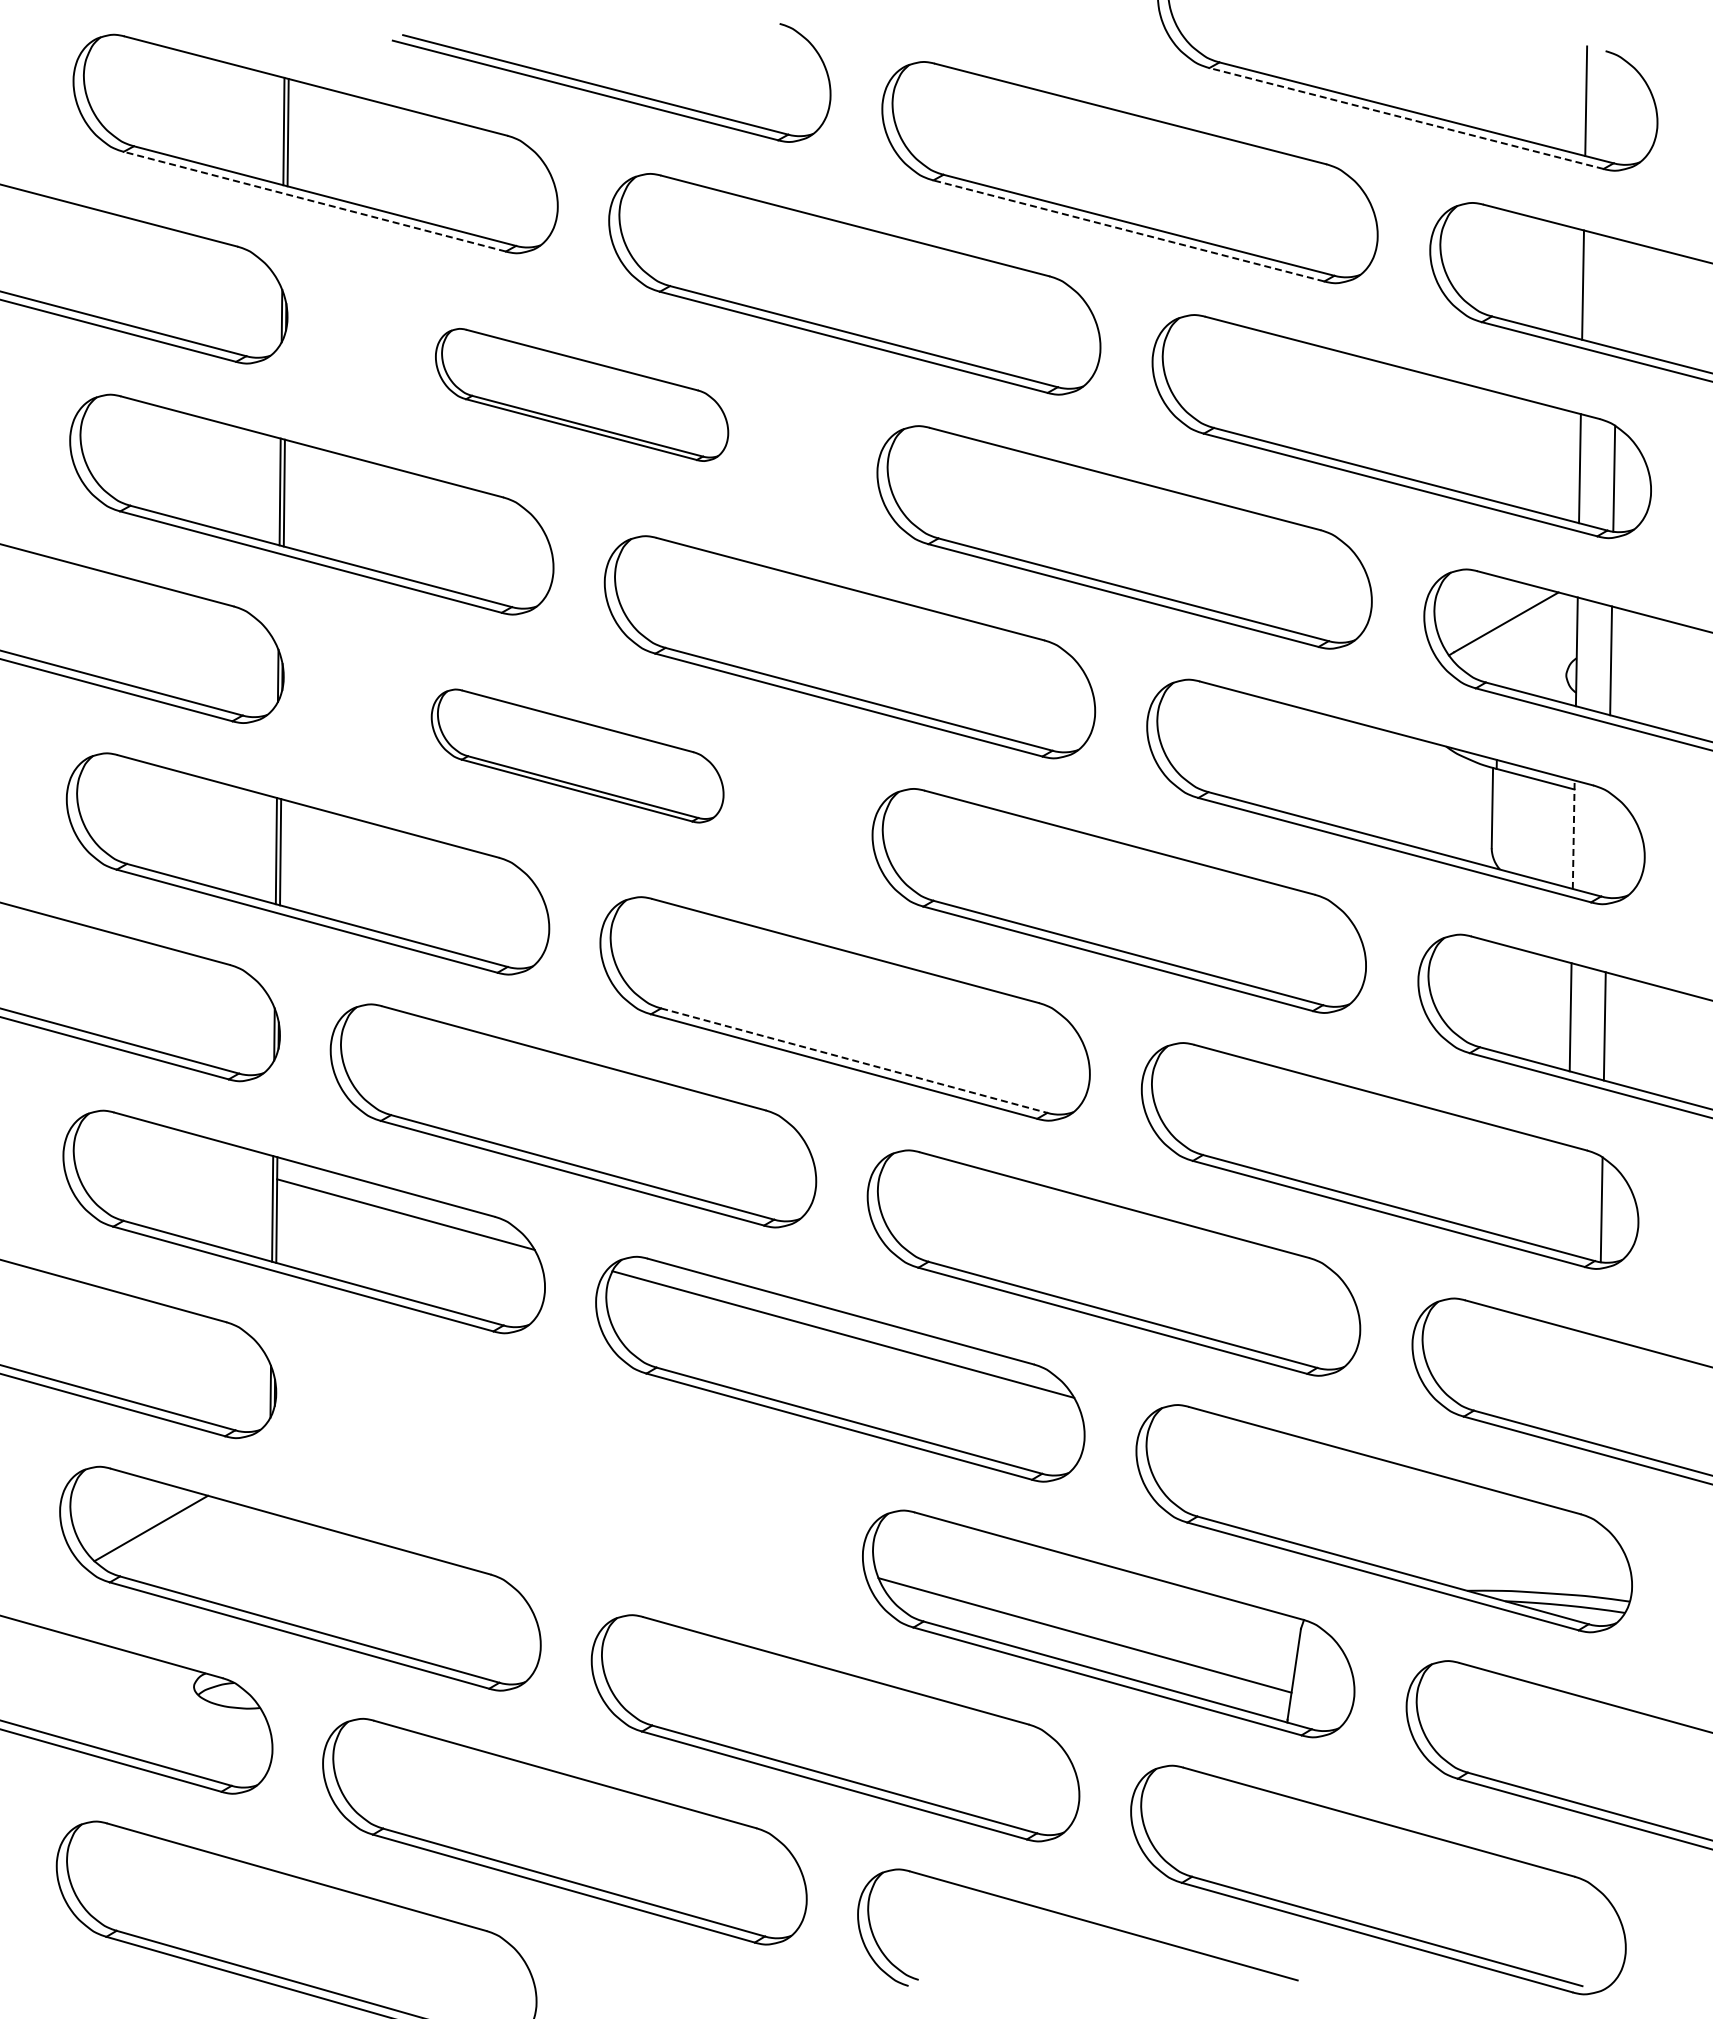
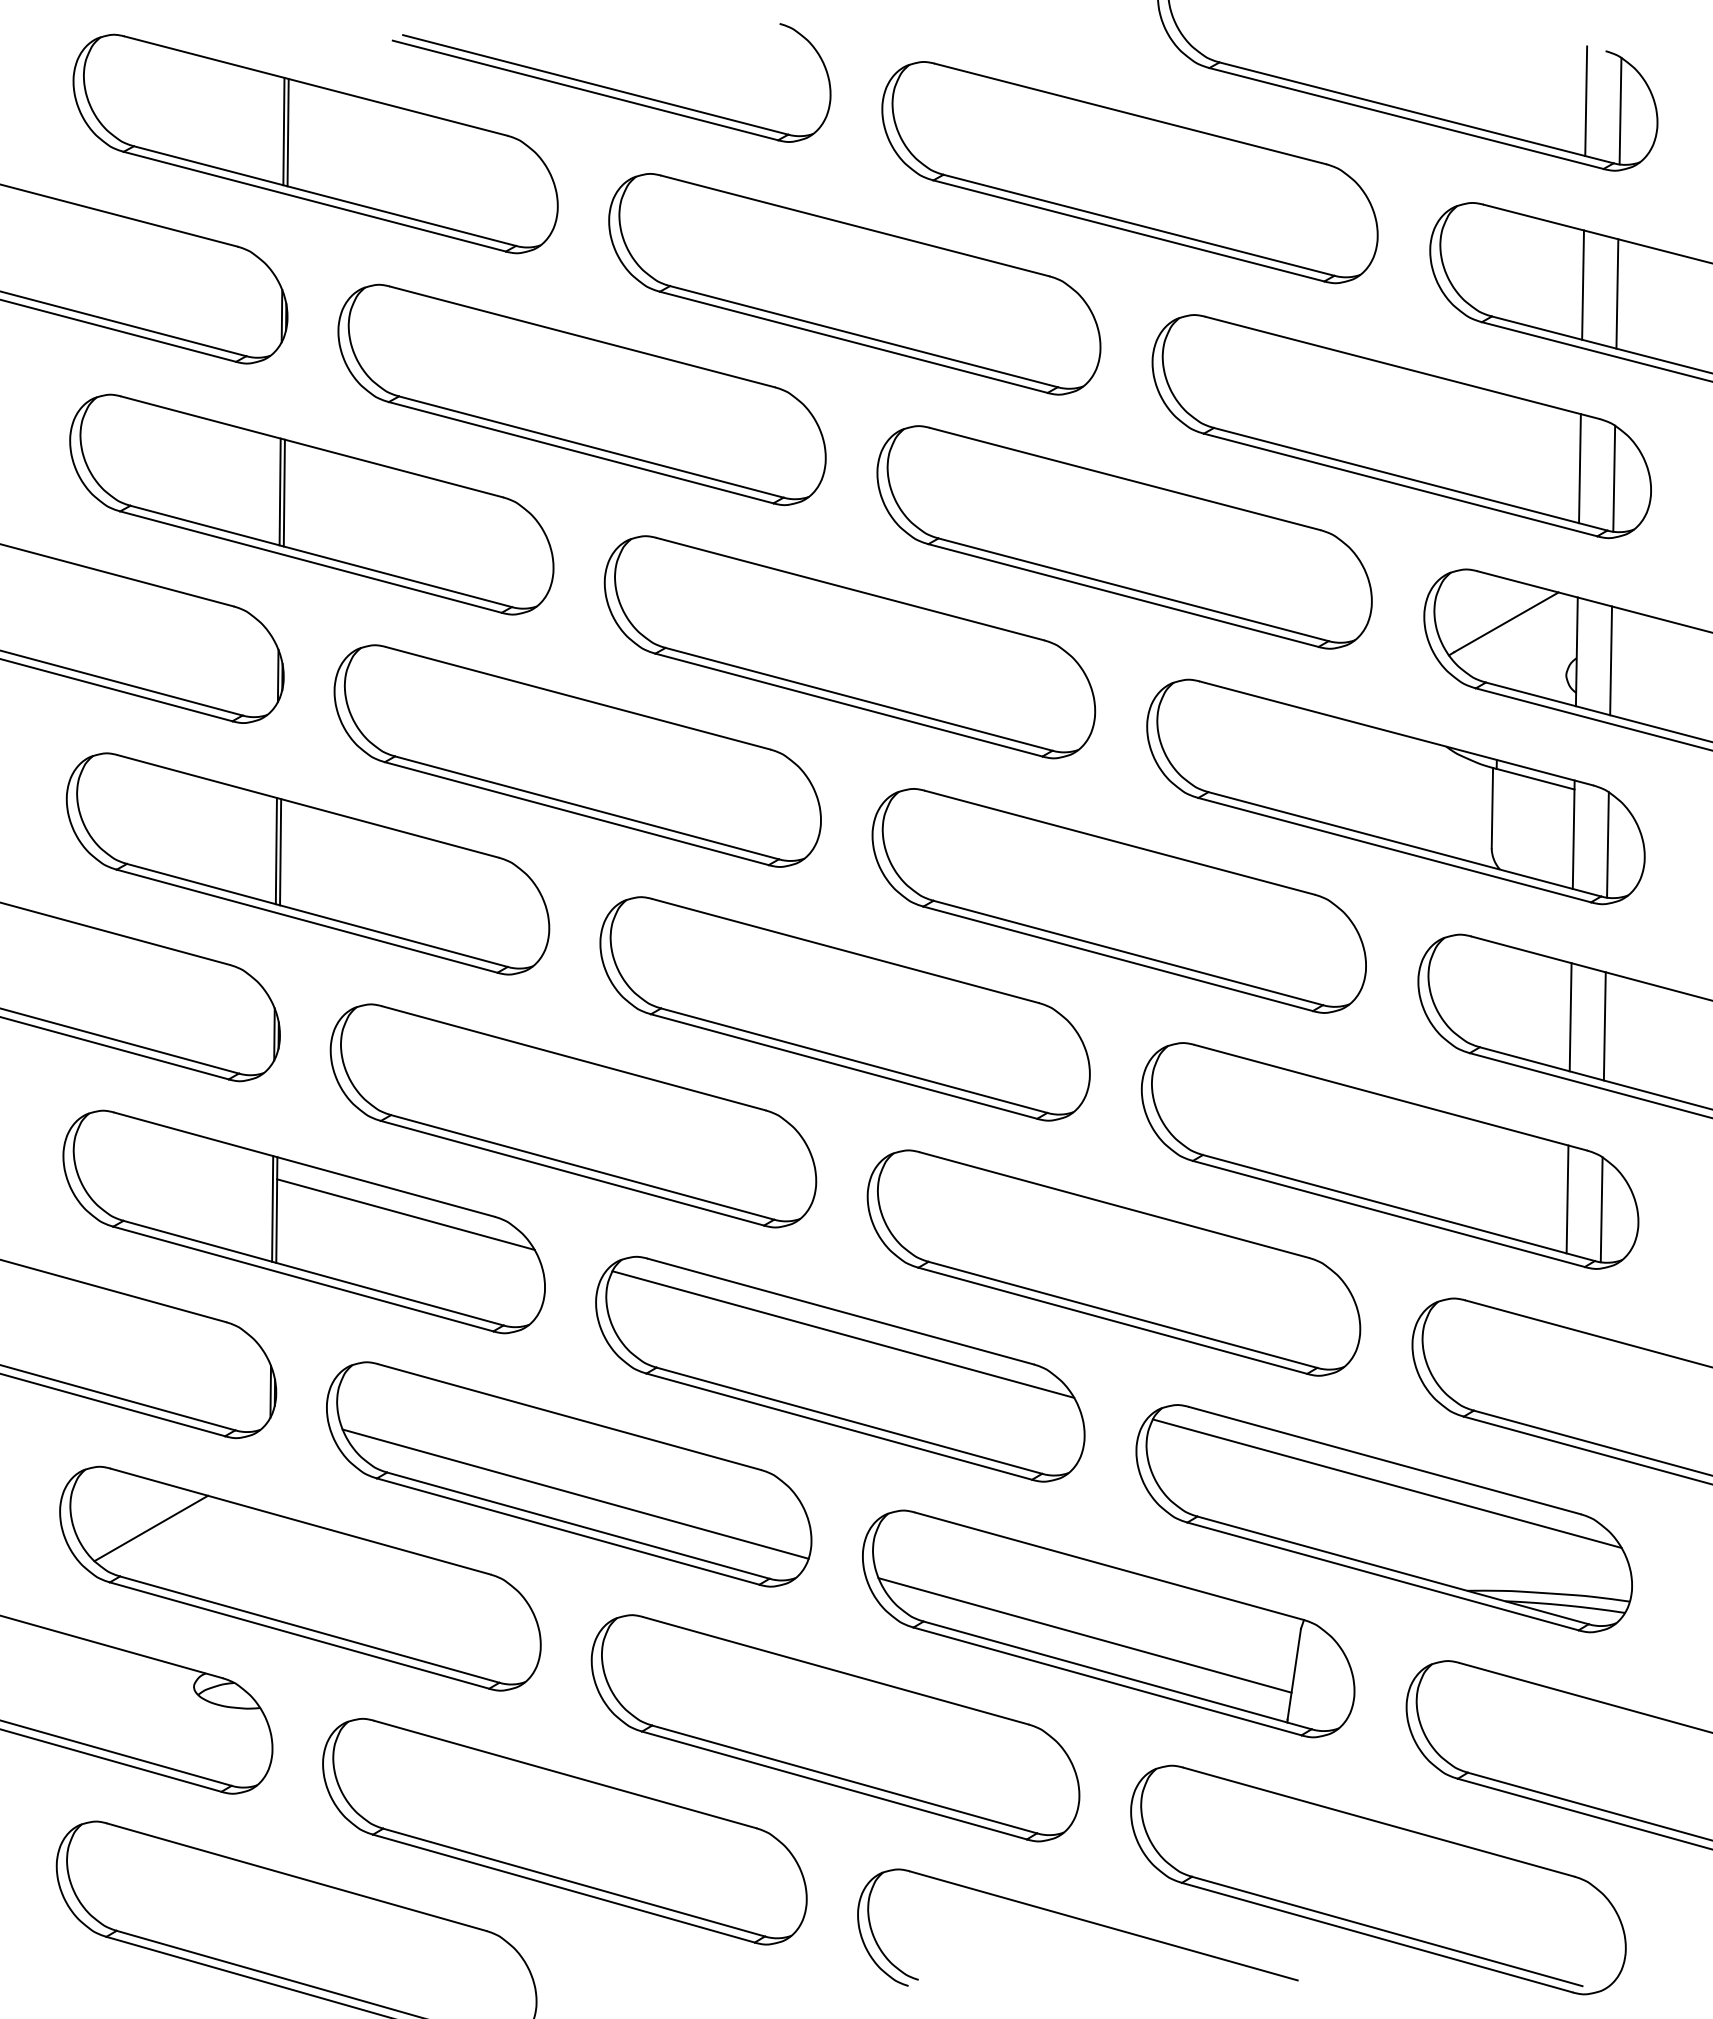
line at (1620, 110): none -> present
line at (1406, 118): dashed -> solid
line at (314, 201): dashed -> solid
line at (1128, 230): dashed -> solid
line at (1617, 293): none -> present
part at (582, 394) size: 295x134 px -> 490x224 px
part at (577, 755) size: 295x136 px -> 489x224 px
line at (1573, 834): dashed -> solid
line at (1607, 844): none -> present
line at (854, 1060): dashed -> solid
line at (1567, 1199): none -> present
part at (569, 1474): none -> present
line at (1386, 1483): none -> present
